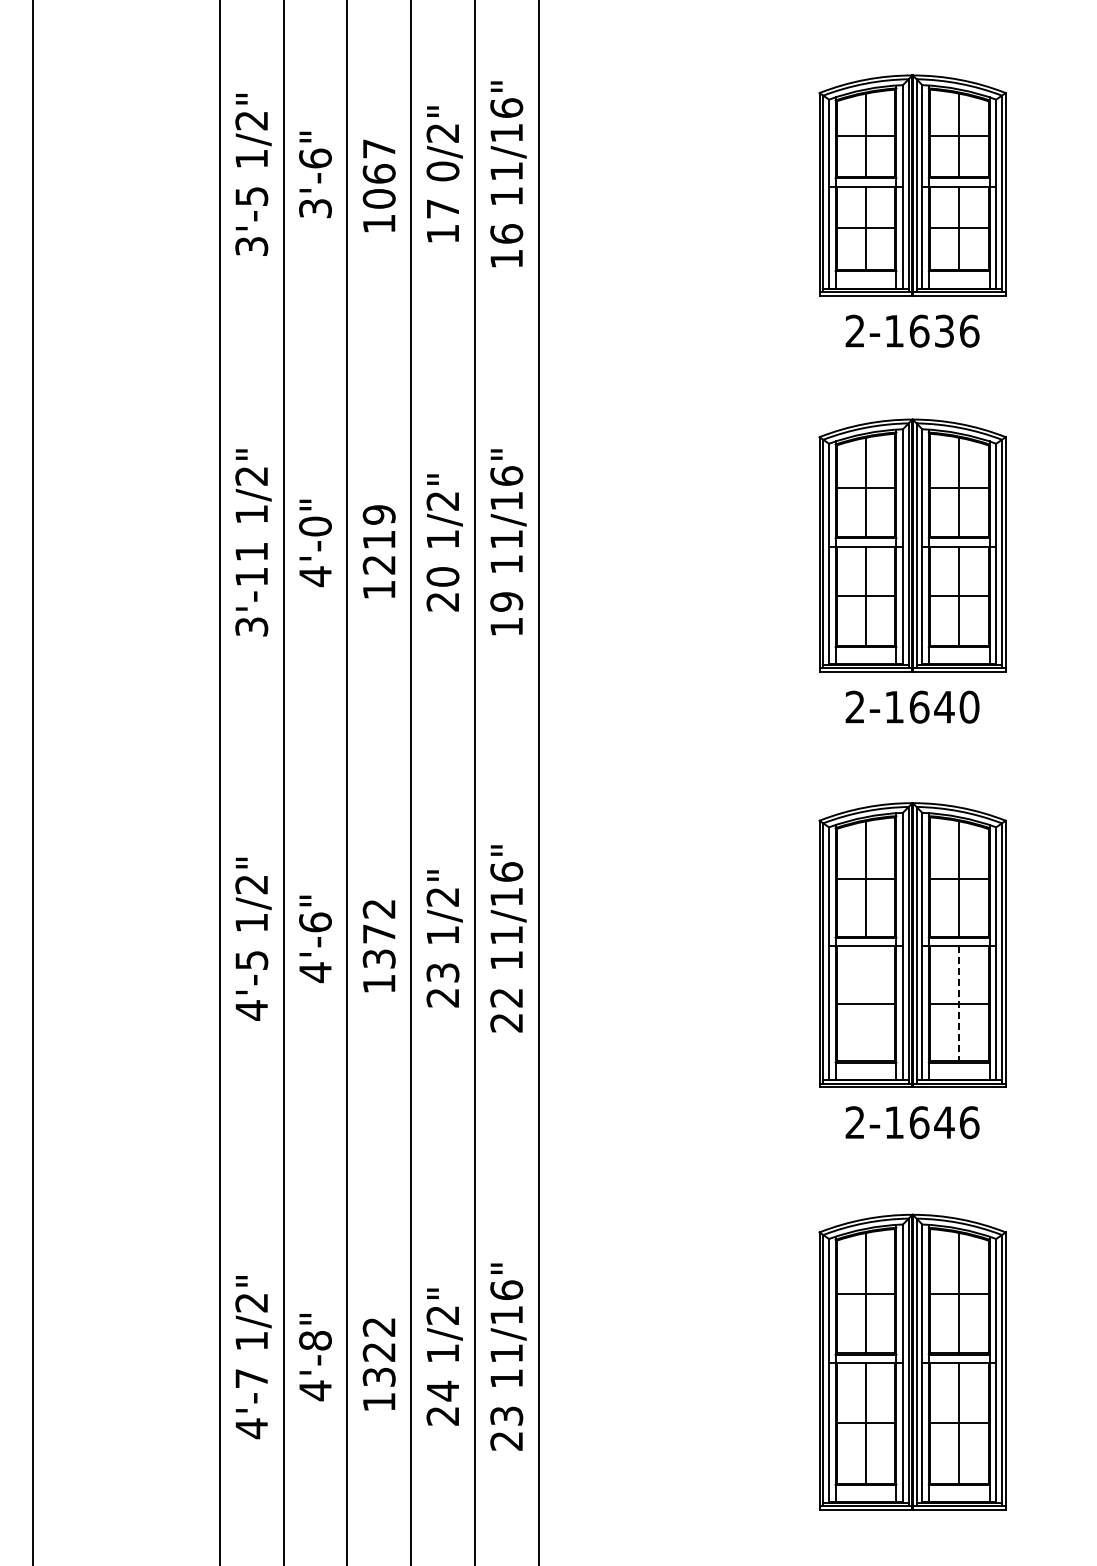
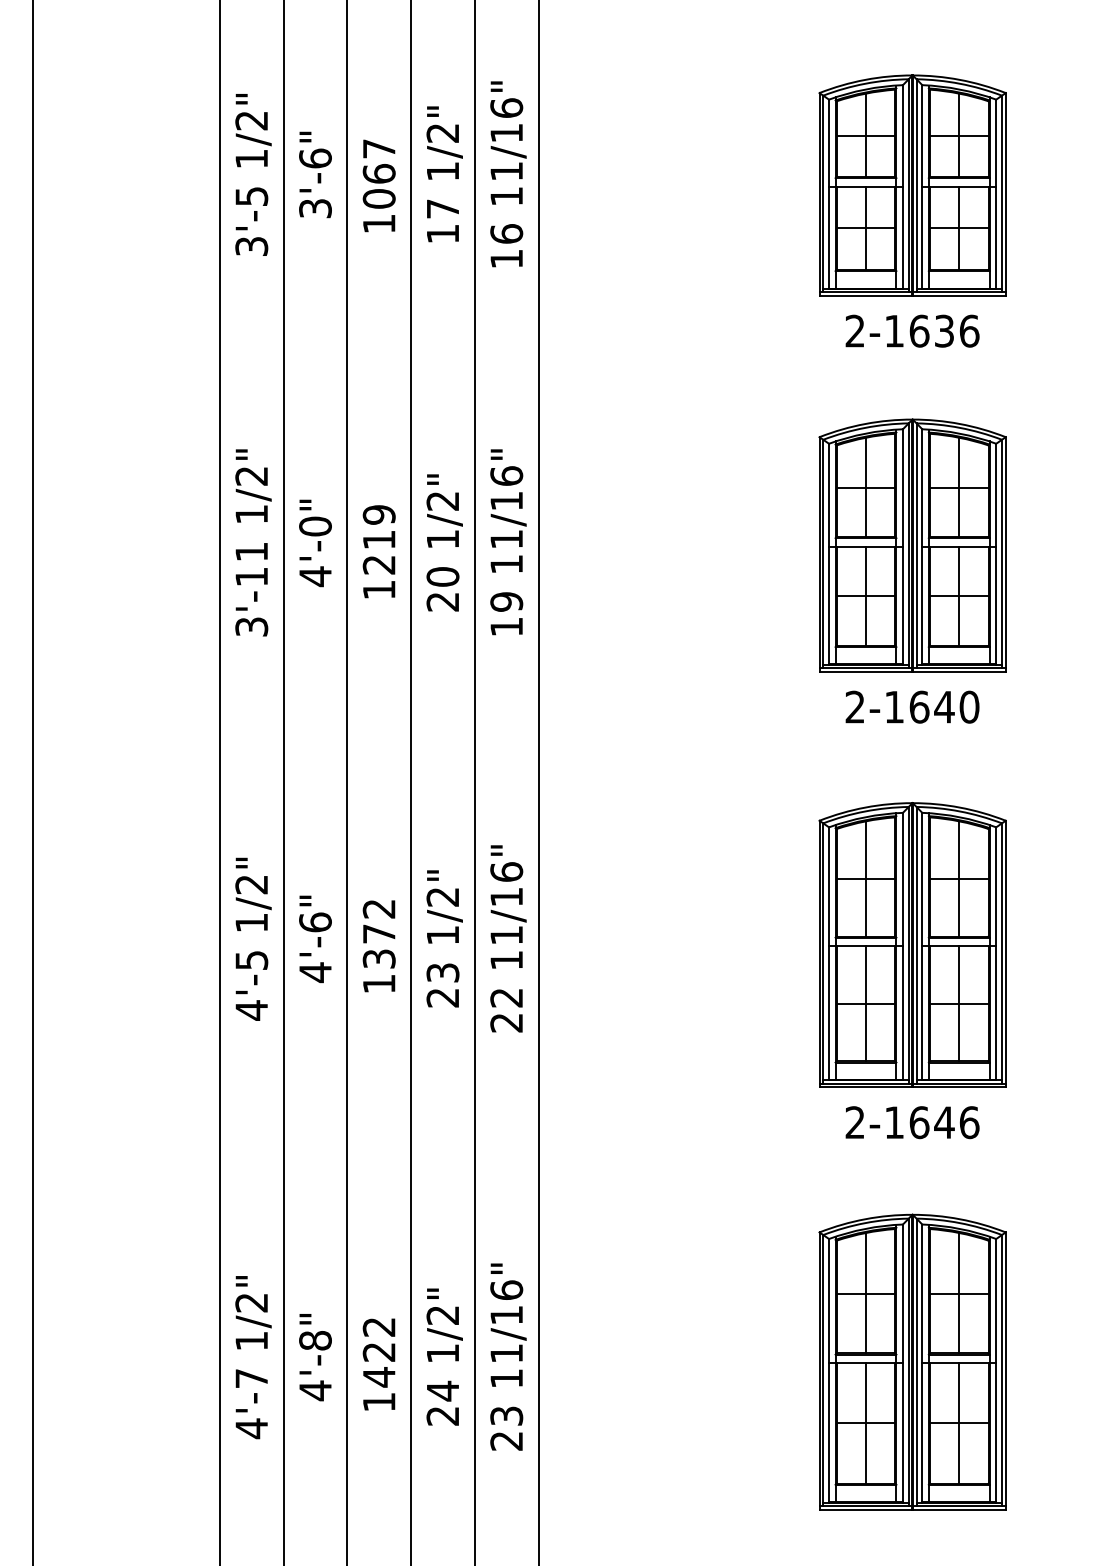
text at (442, 171): 0/2" -> 1/2"
line at (866, 1003): none -> present
line at (959, 1003): dashed -> solid
text at (378, 1377): 1322 -> 1422
